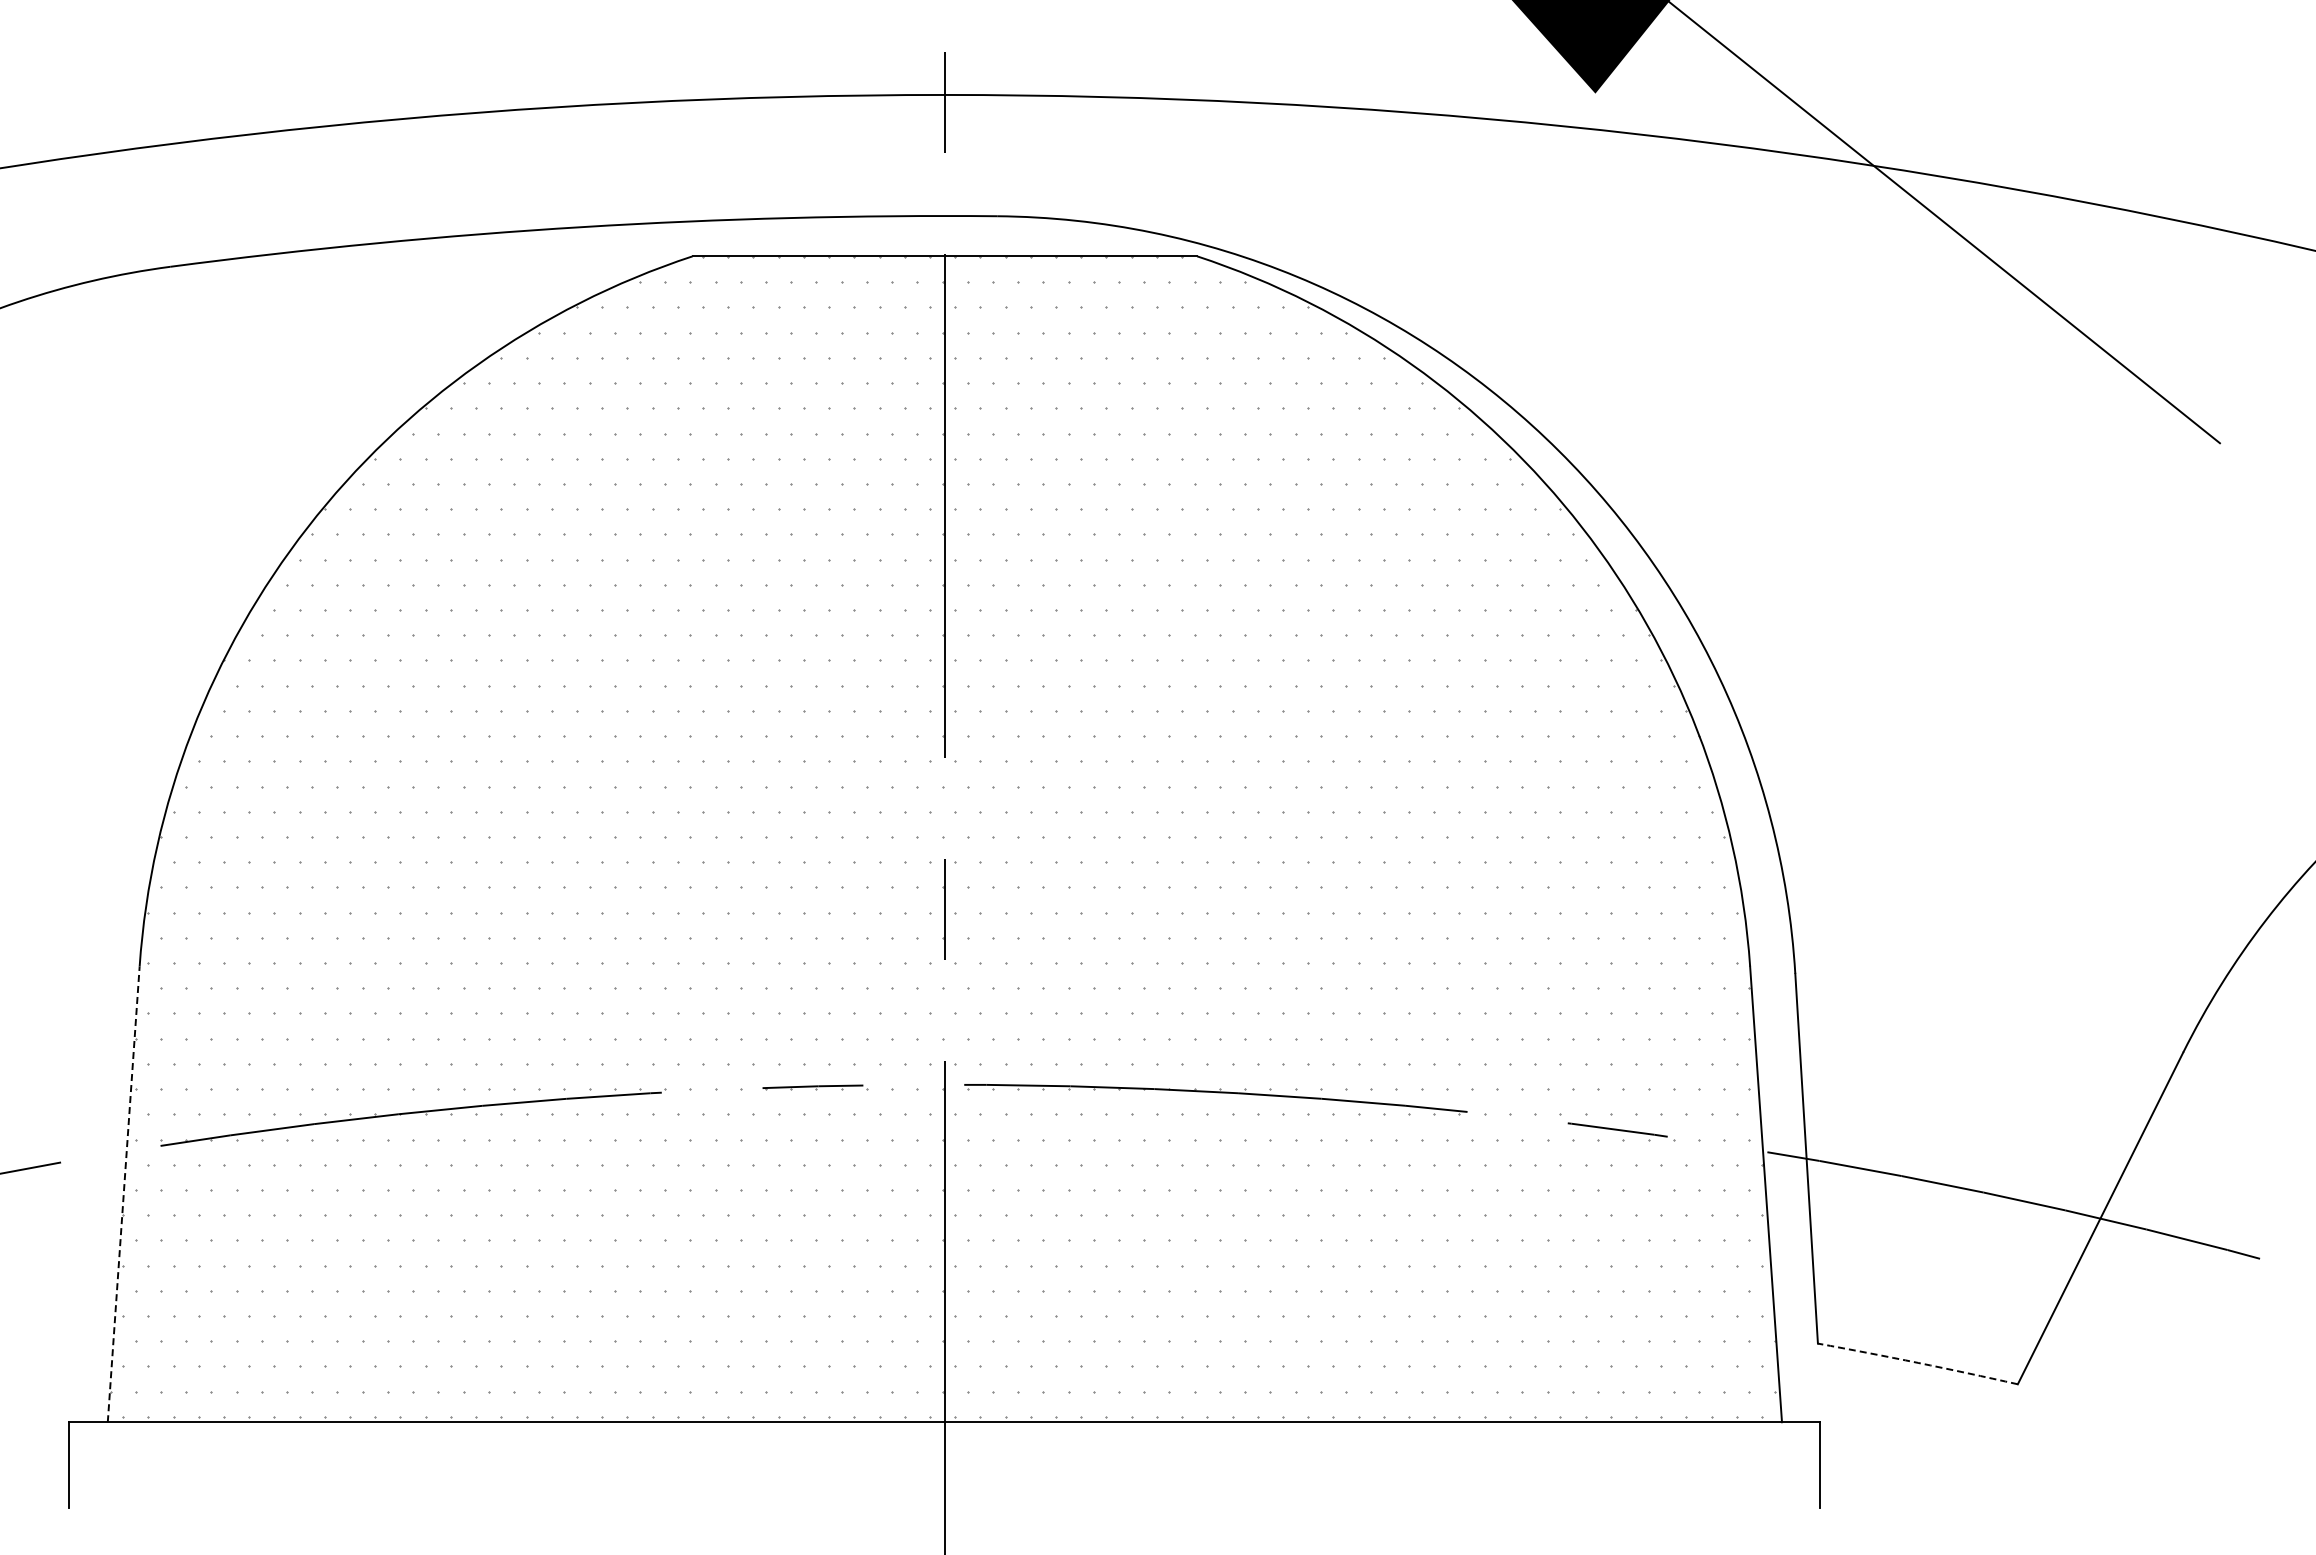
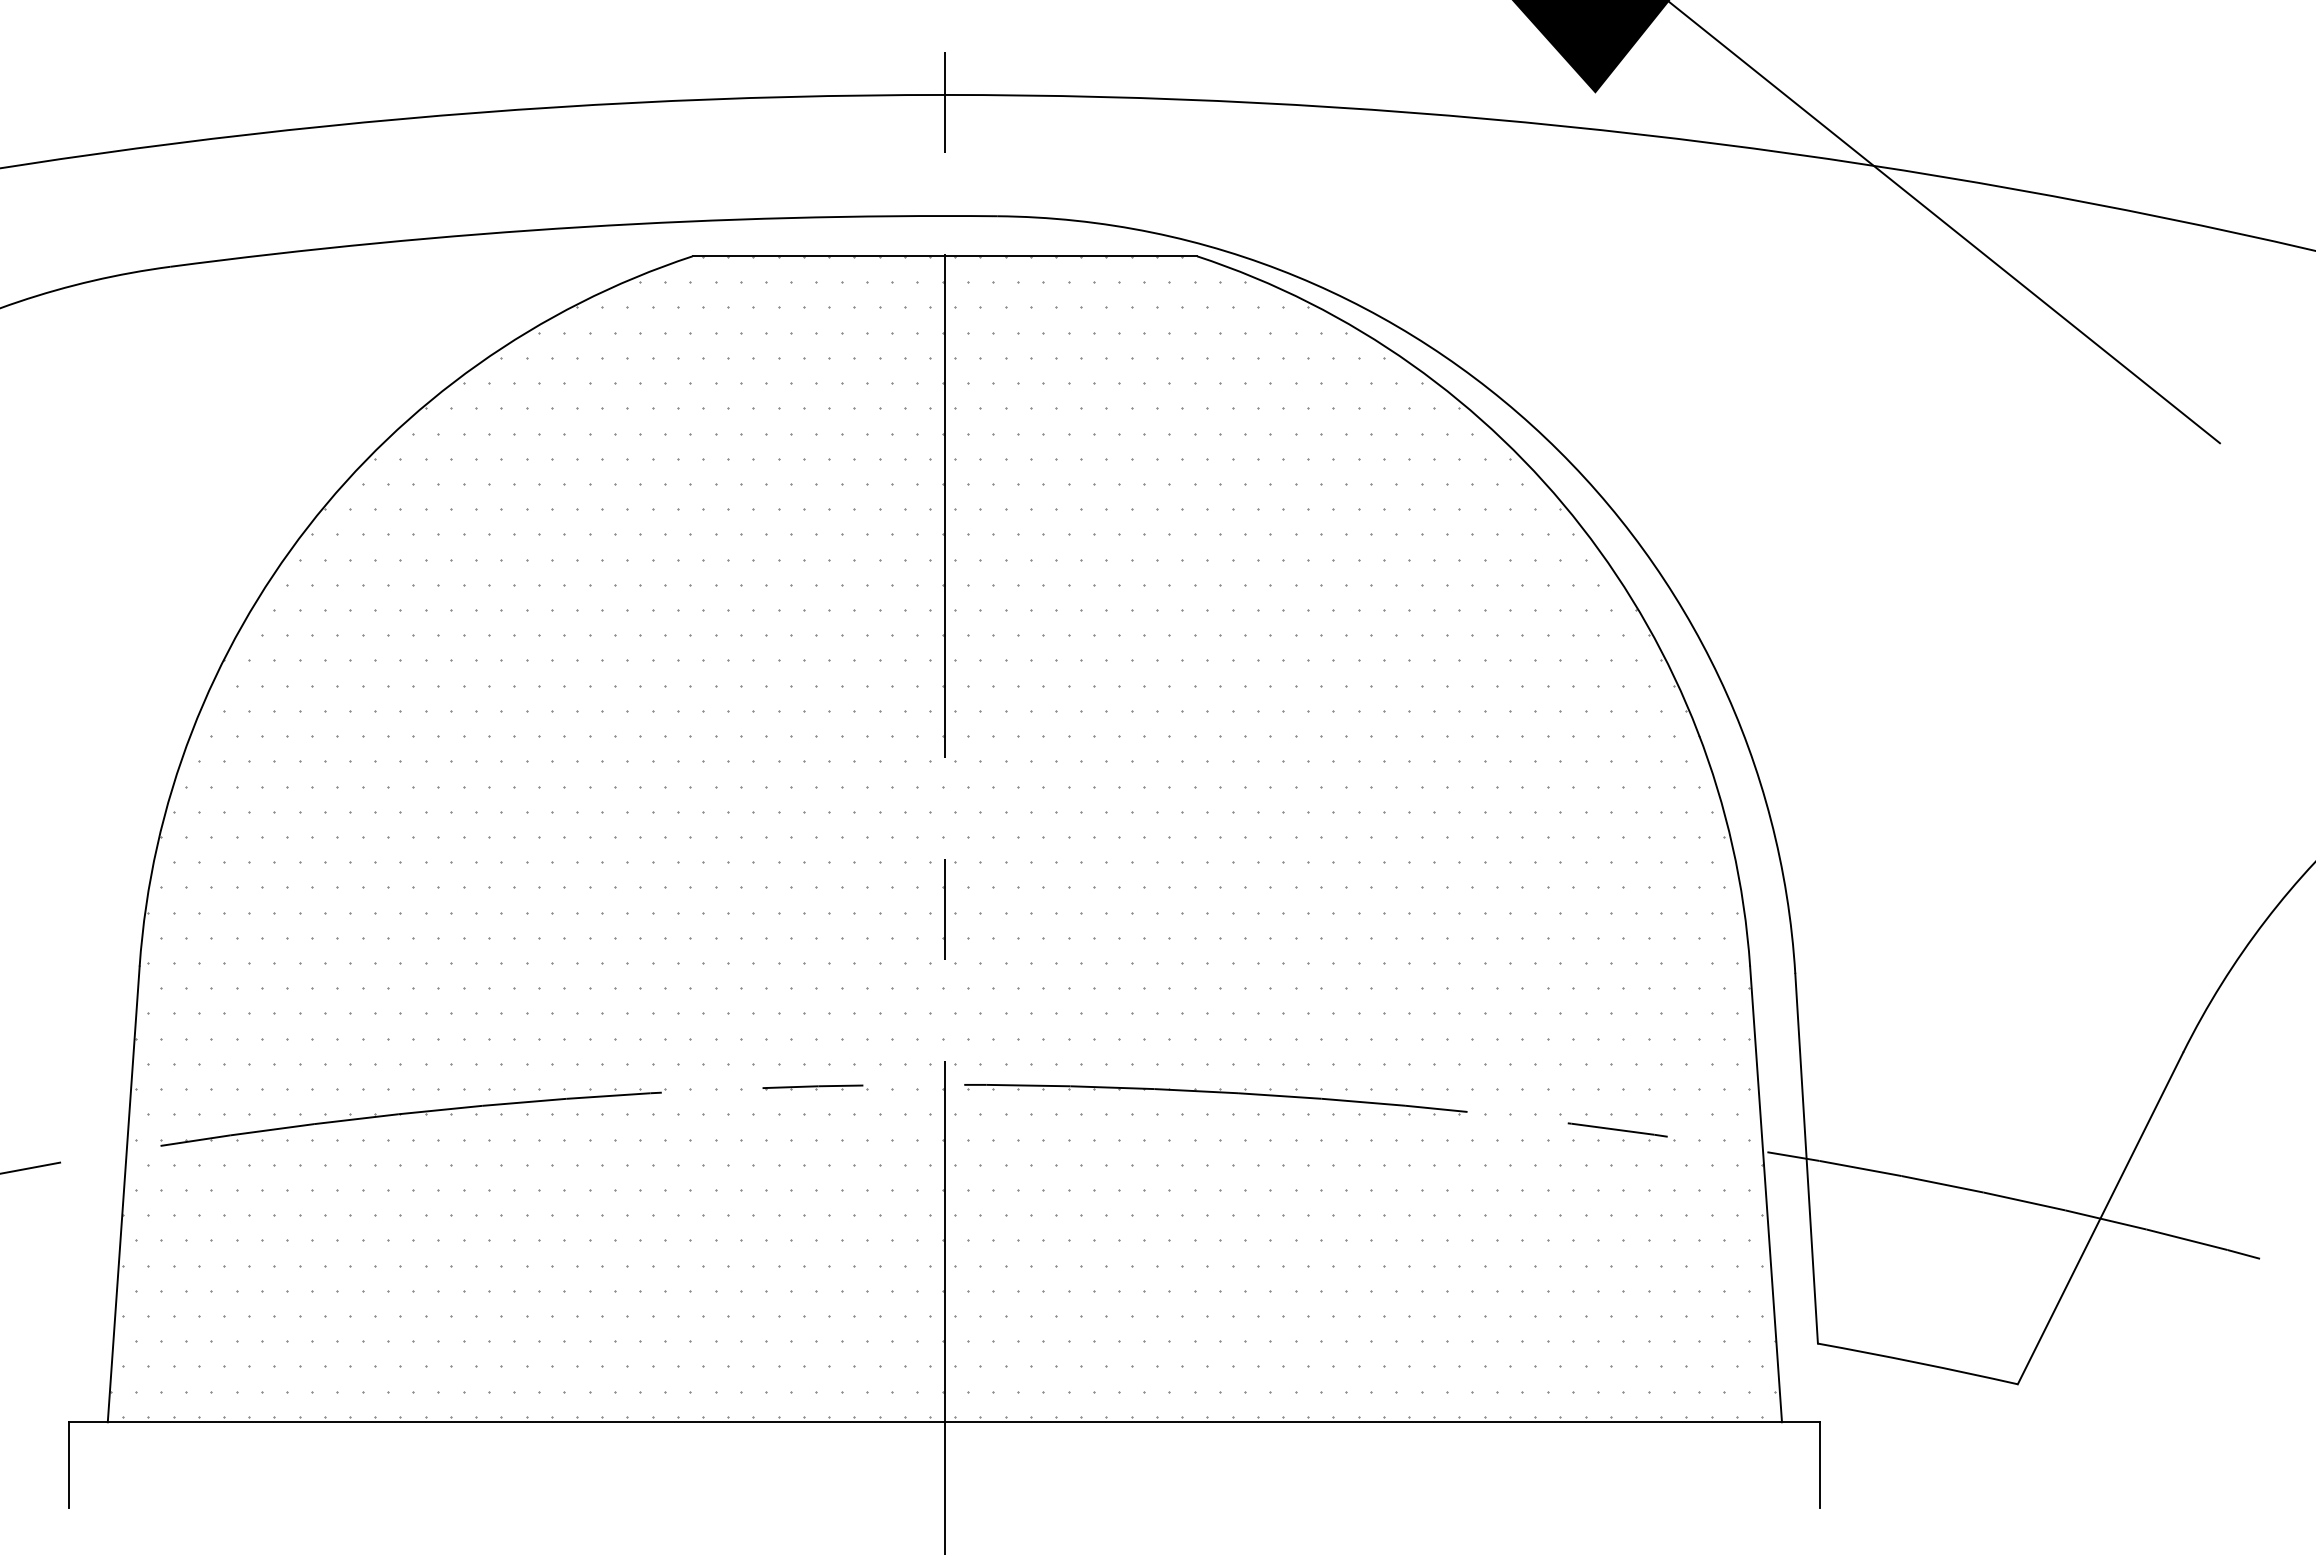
line at (123, 1193): dashed -> solid
arc at (1918, 1362): dashed -> solid
